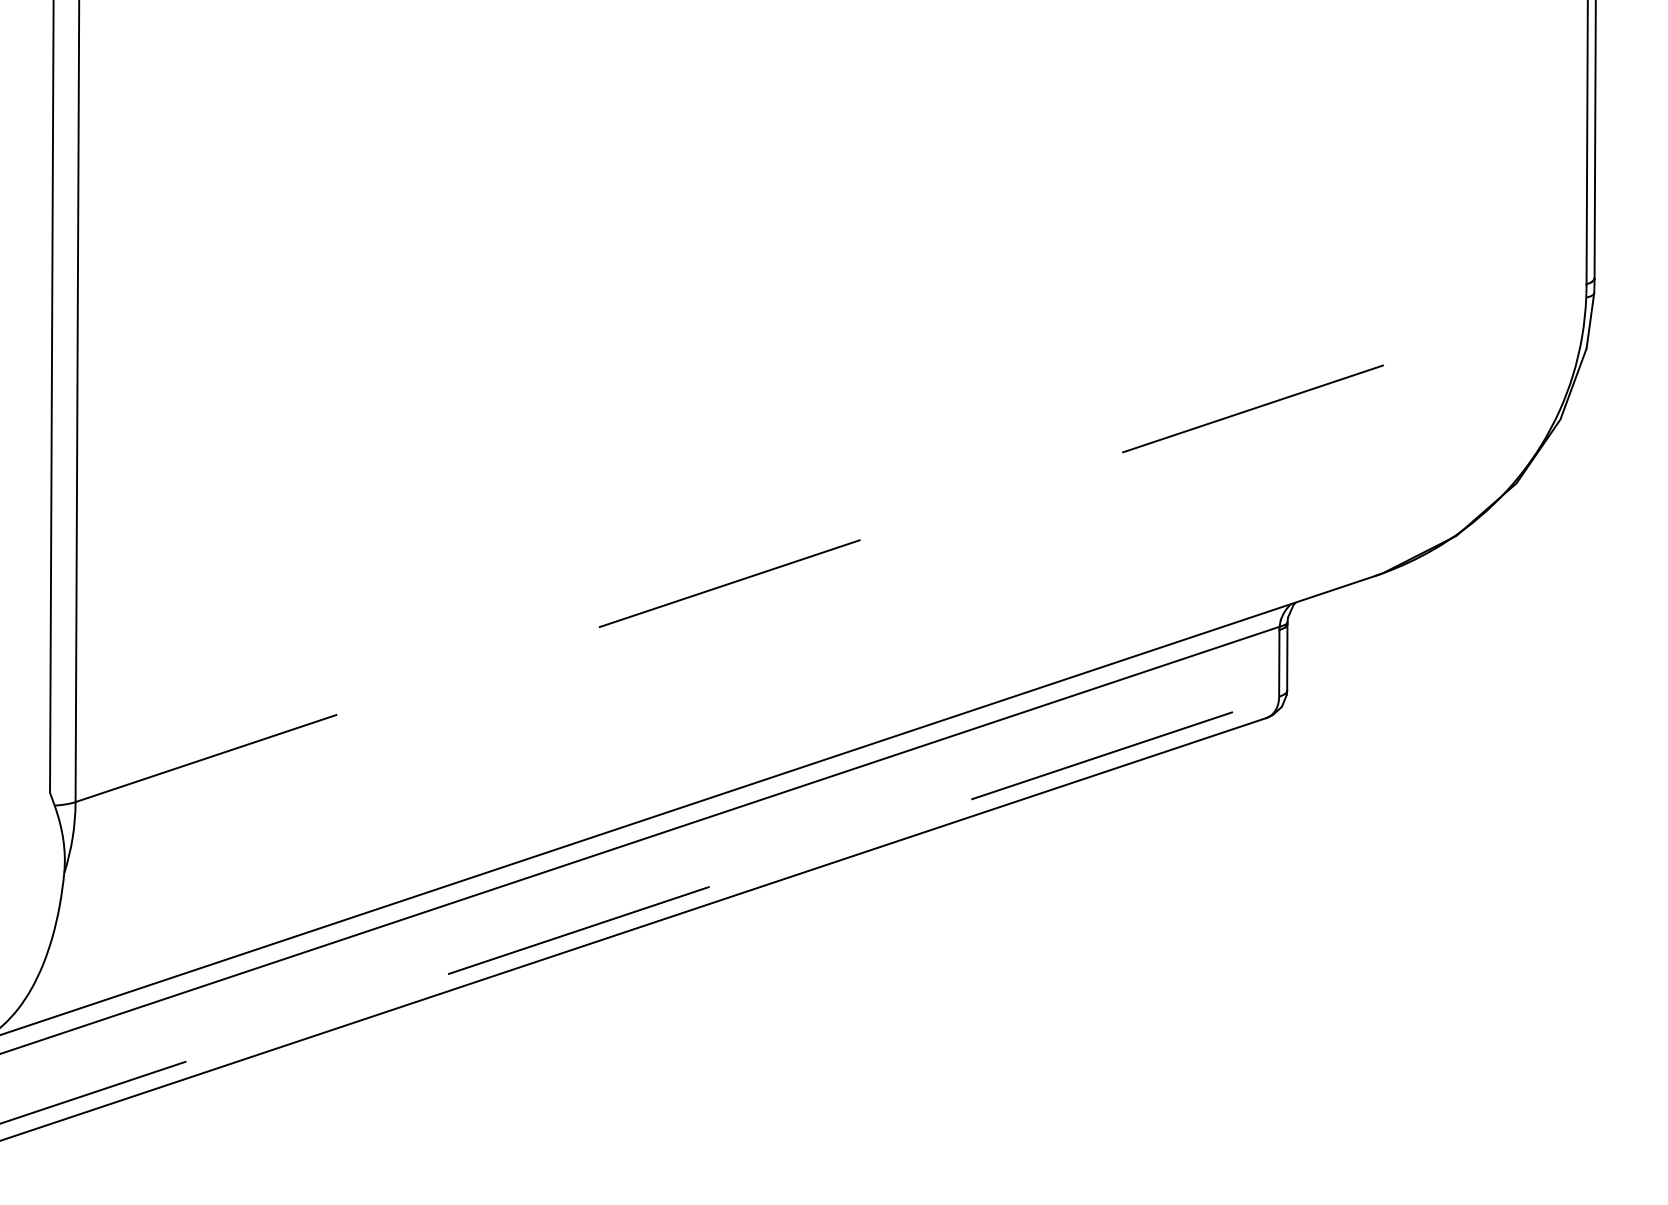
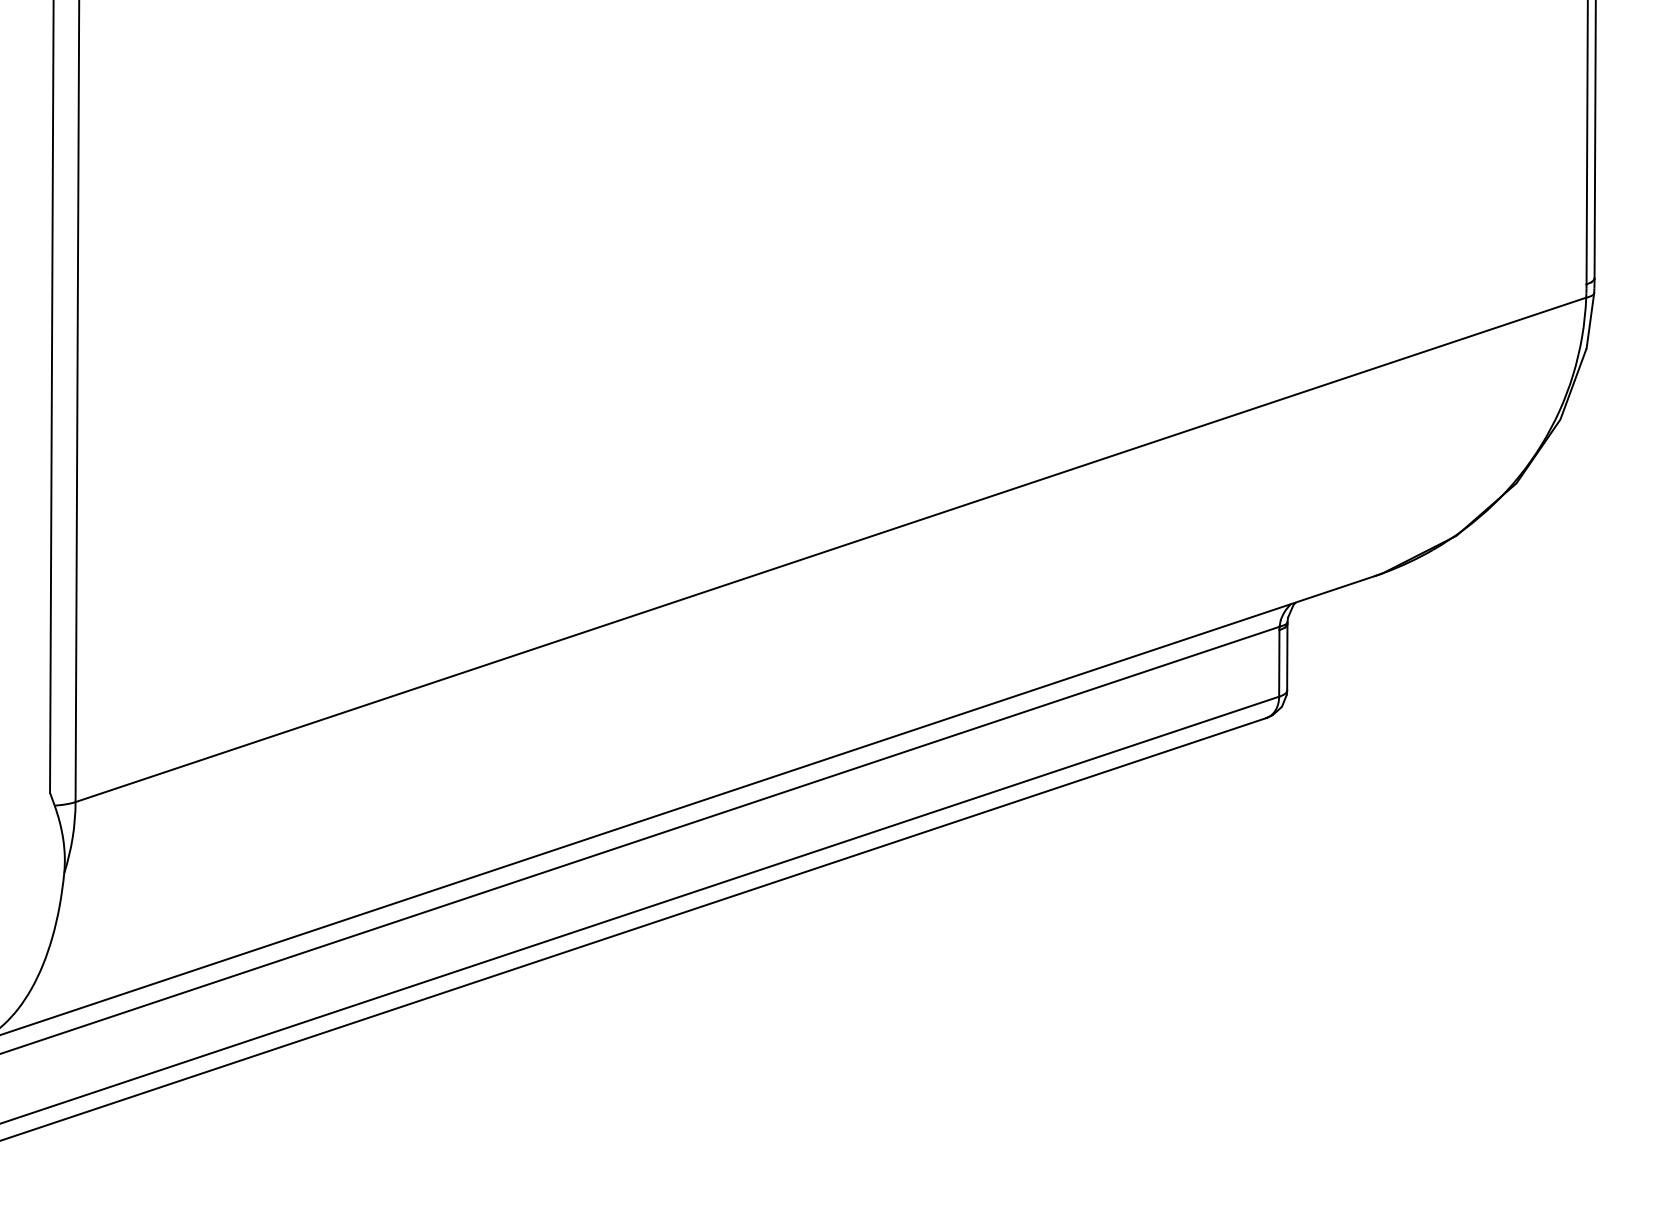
line at (831, 549): dashed -> solid
line at (639, 910): dashed -> solid
